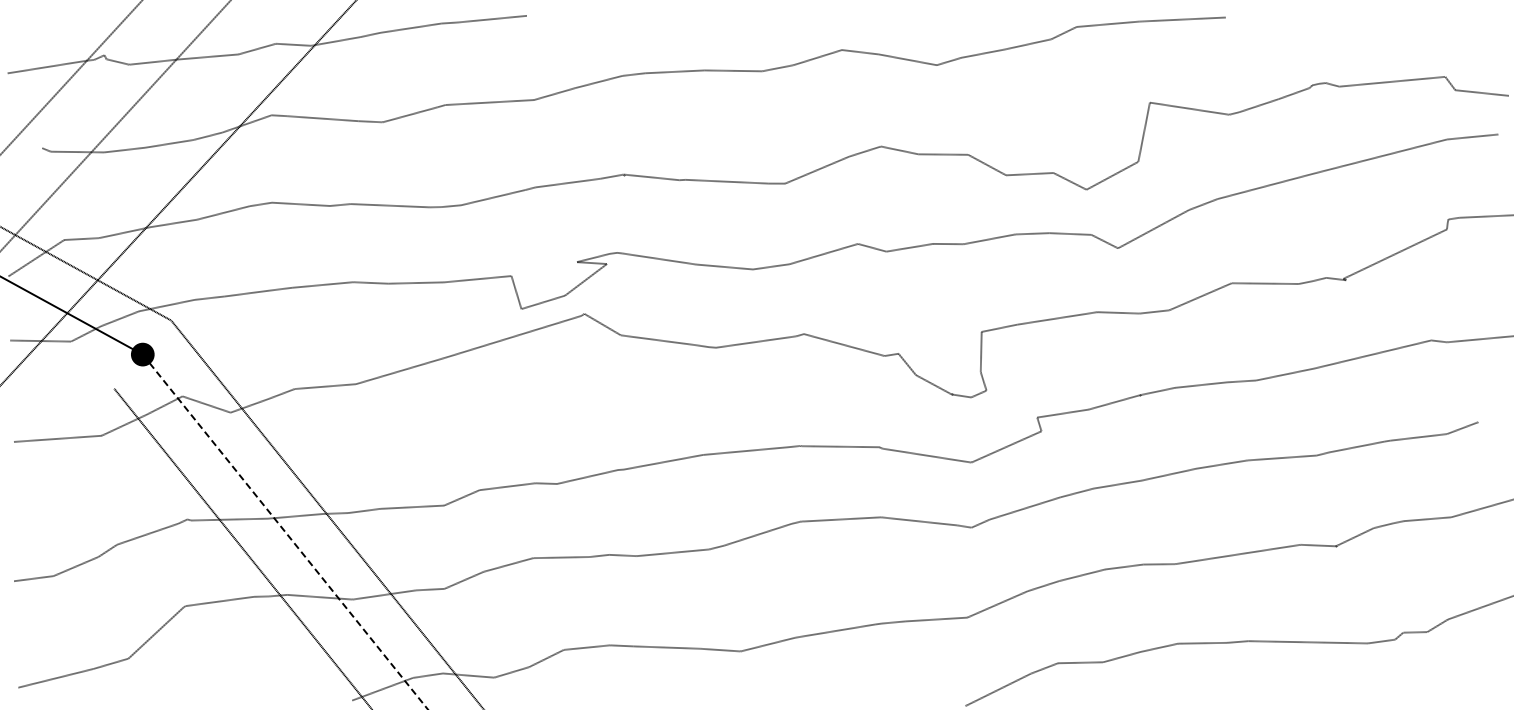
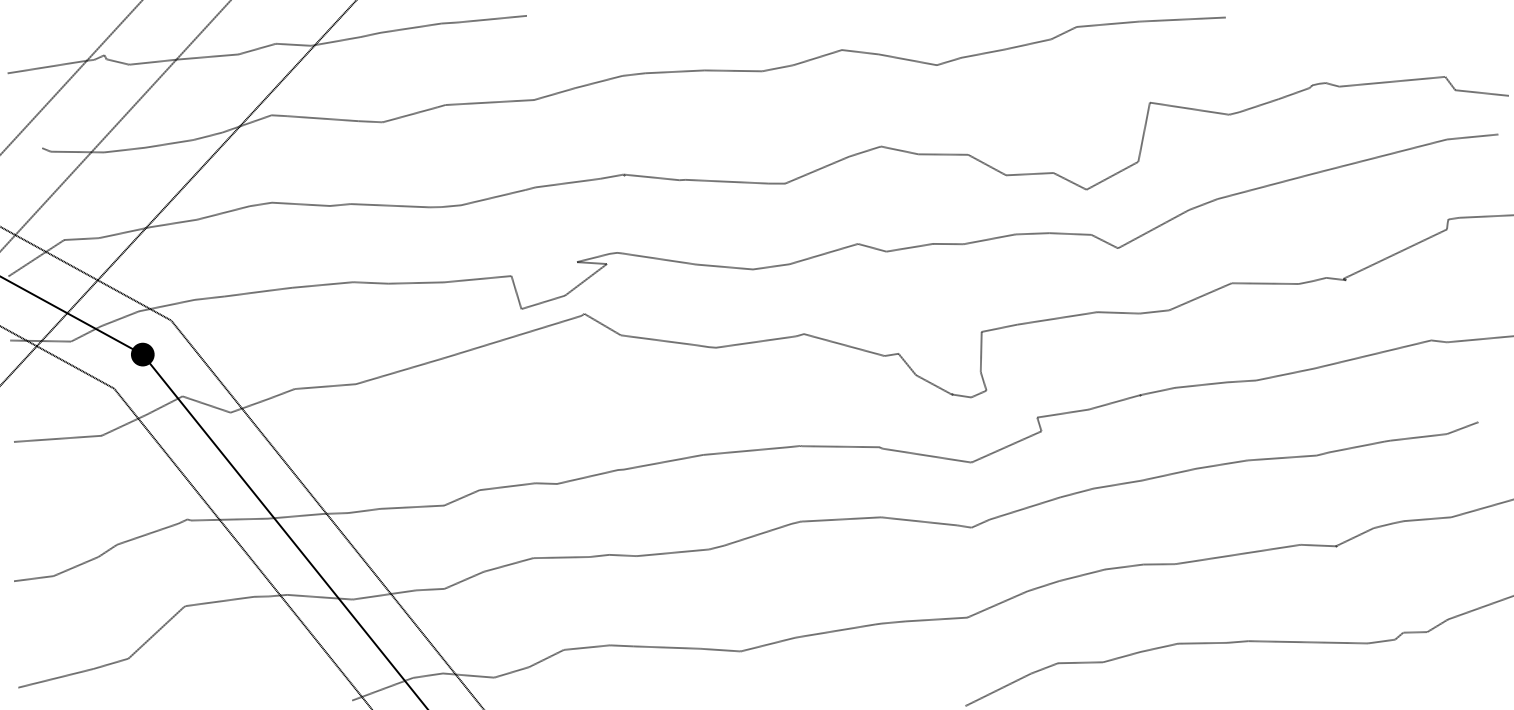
line at (58, 357): none -> present
line at (285, 532): dashed -> solid
